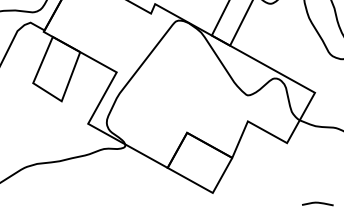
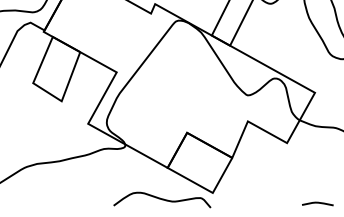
curve at (162, 199): none -> present
